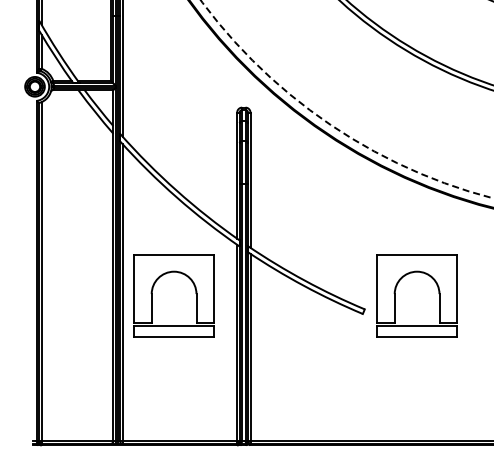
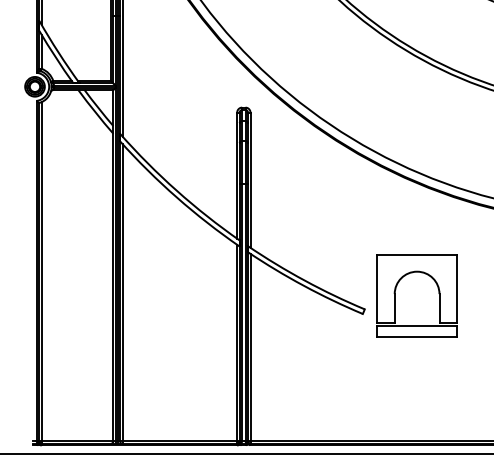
circle at (346, 99): dashed -> solid
part at (153, 289): present -> none
line at (246, 453): none -> present
